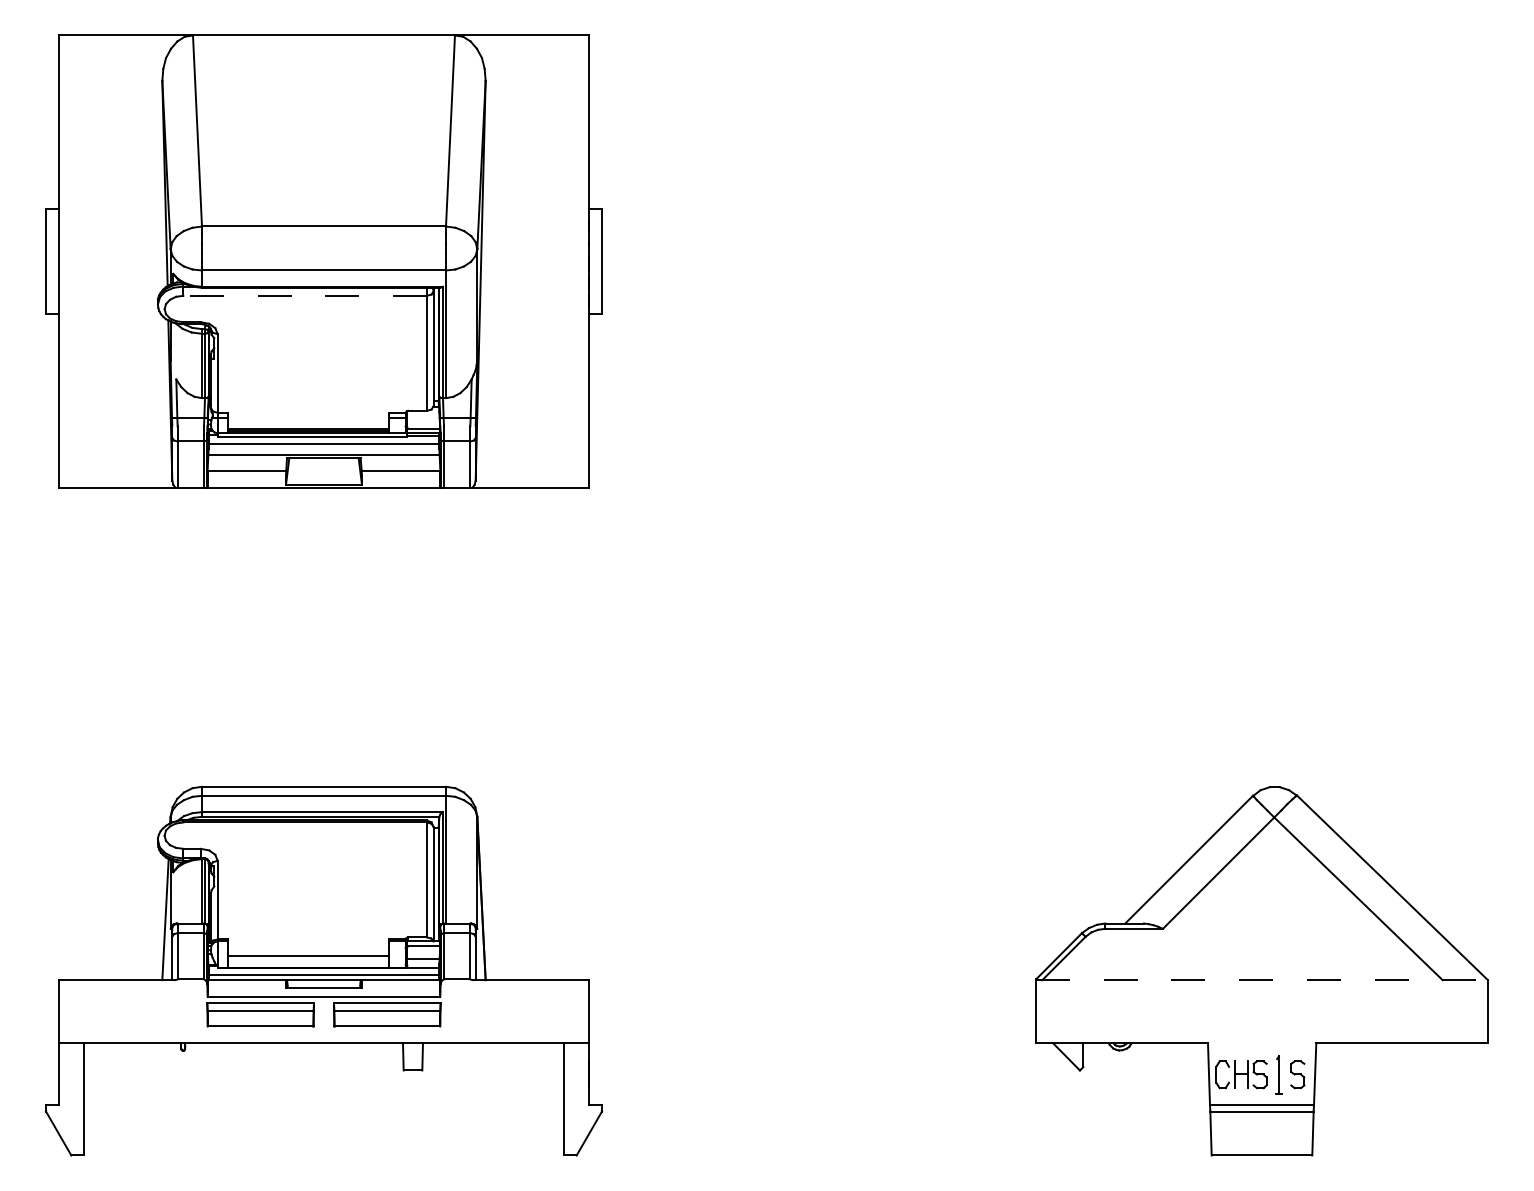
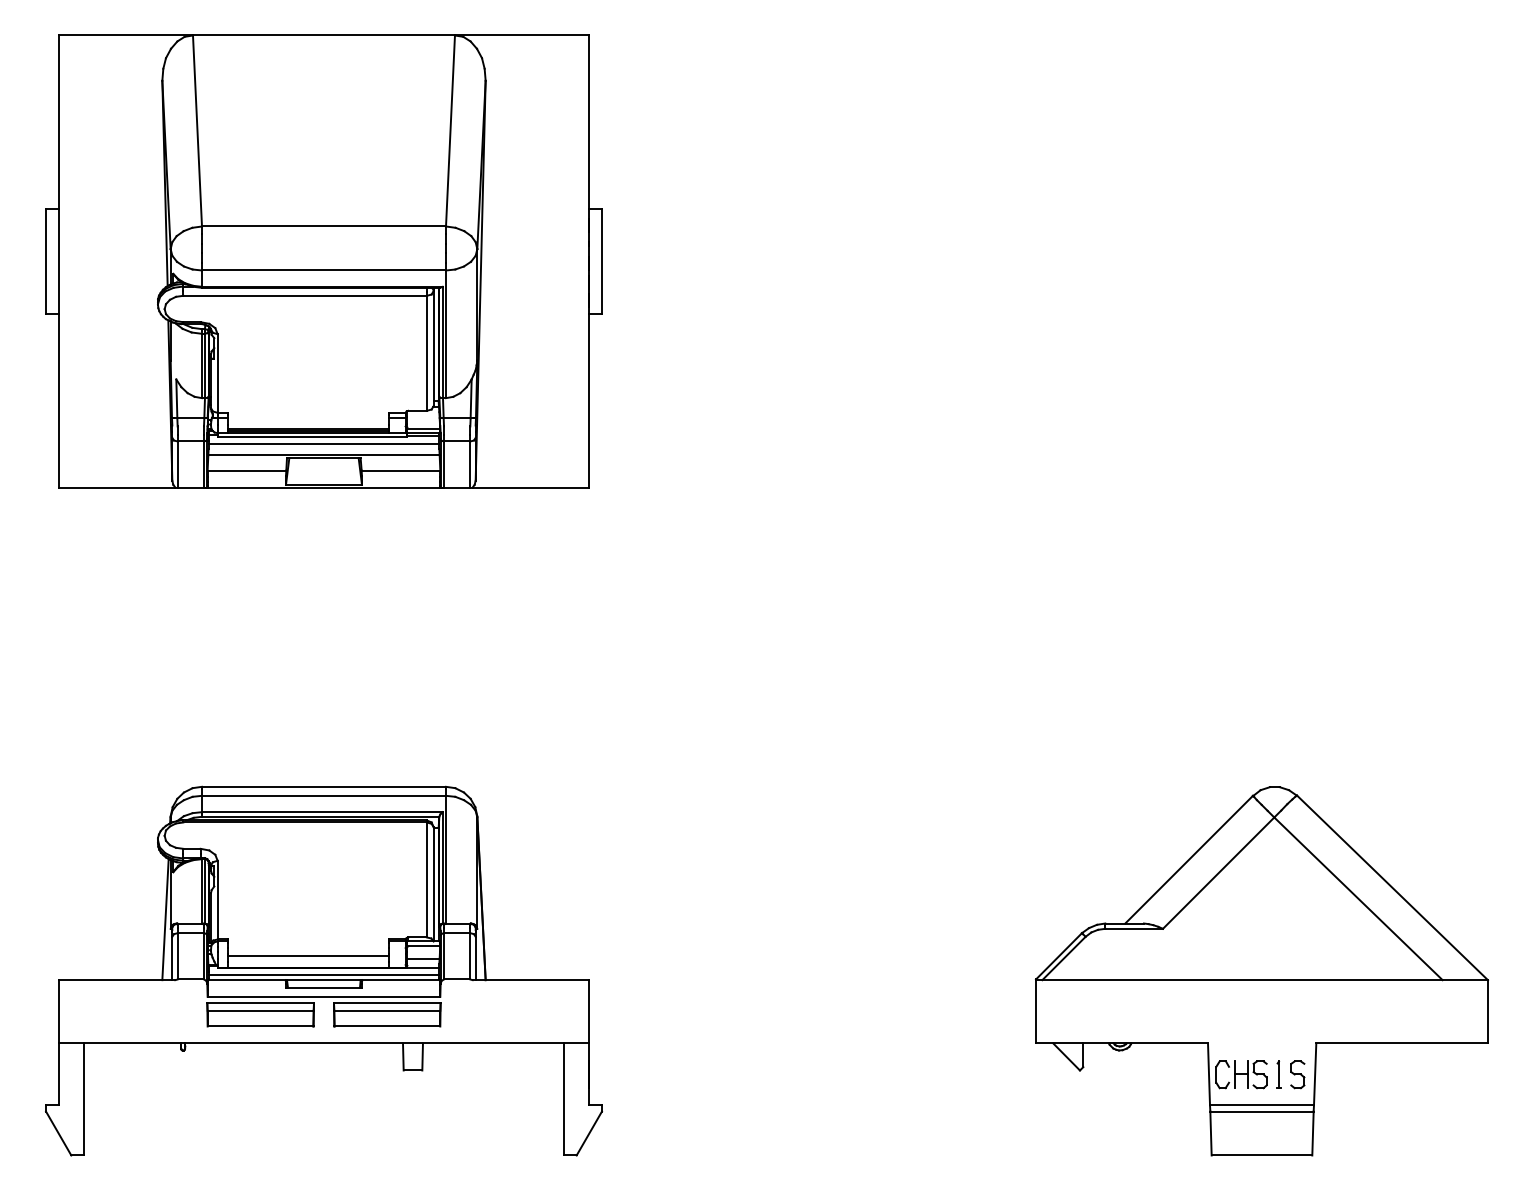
line at (305, 295): dashed -> solid
line at (1261, 980): dashed -> solid
part at (1278, 1074) size: 8x40 px -> 6x29 px
